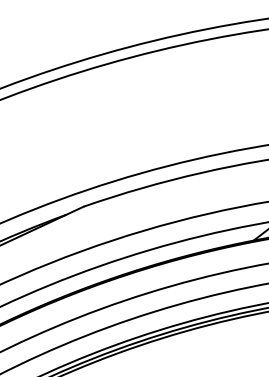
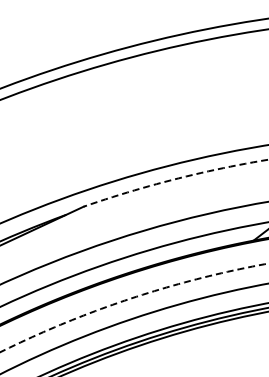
arc at (175, 179): solid -> dashed
circle at (134, 307): solid -> dashed
